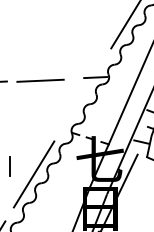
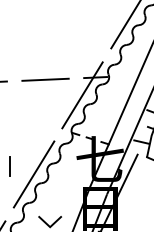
line at (40, 80) position: (40, 80) -> (45, 79)
line at (82, 95): none -> present
line at (47, 223): none -> present
